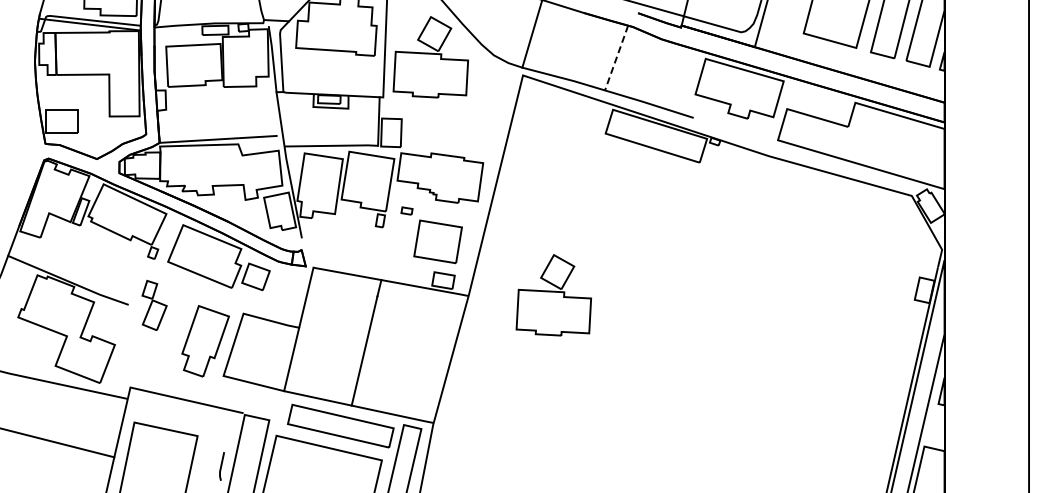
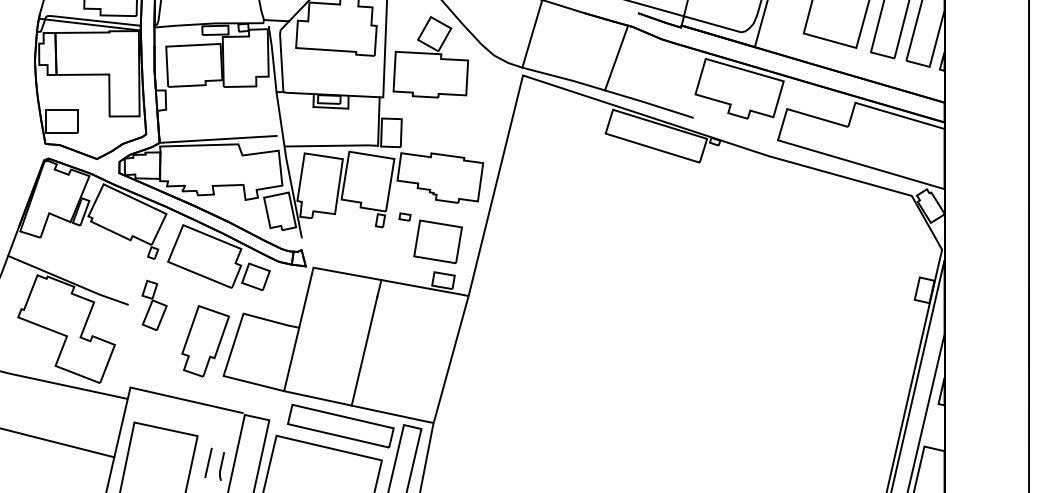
line at (616, 58): dashed -> solid
part at (406, 210) position: (406, 210) -> (404, 216)
part at (553, 295): present -> none
line at (208, 462): none -> present
